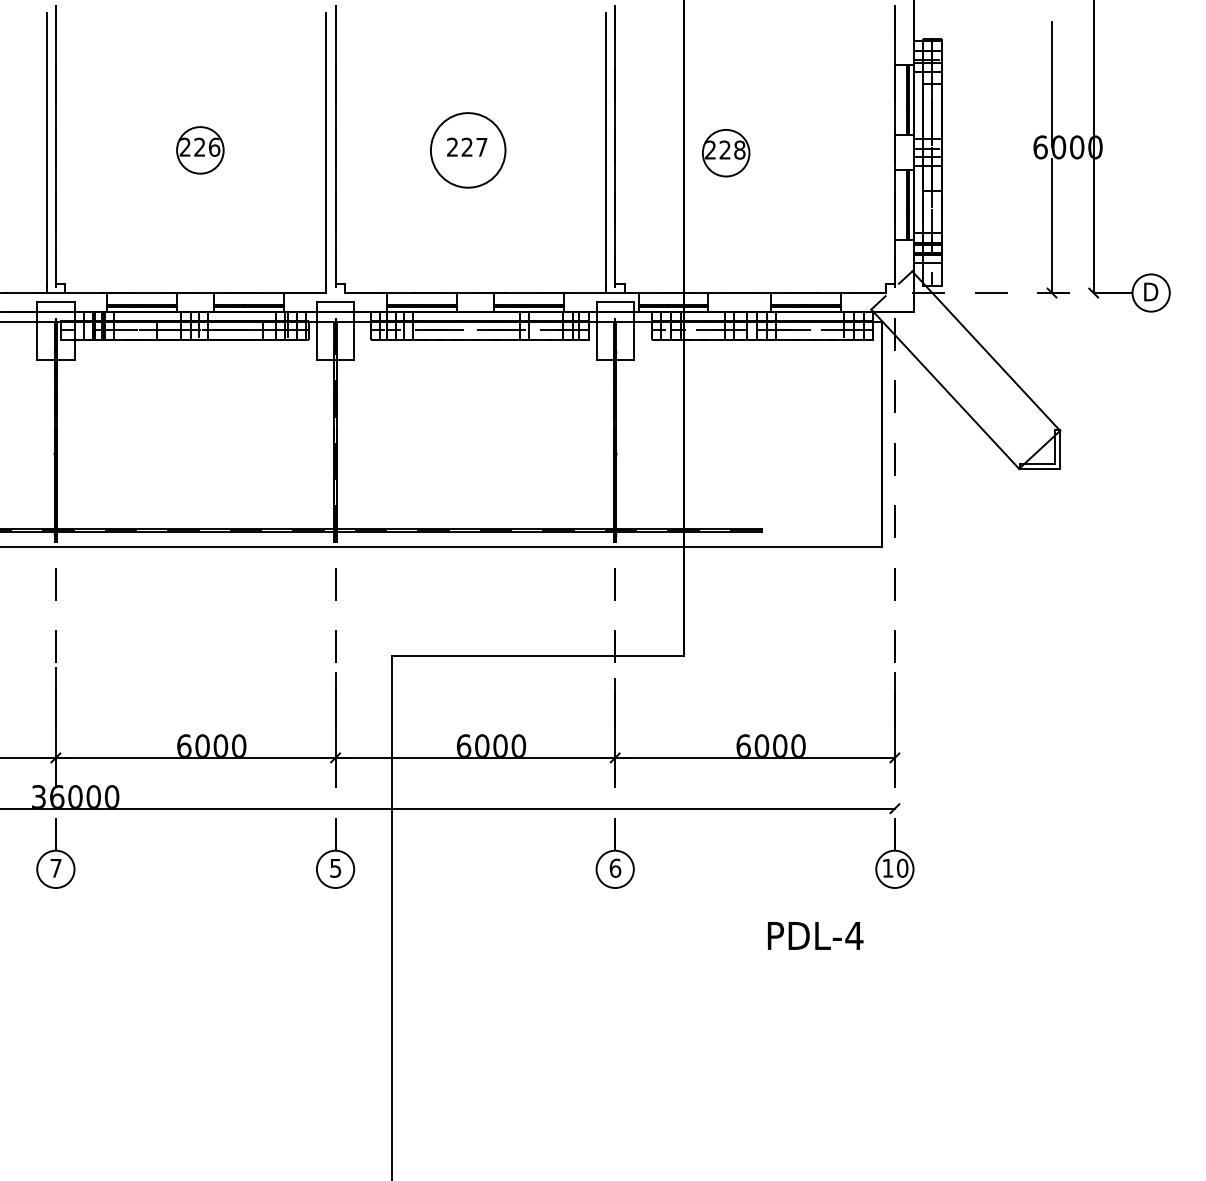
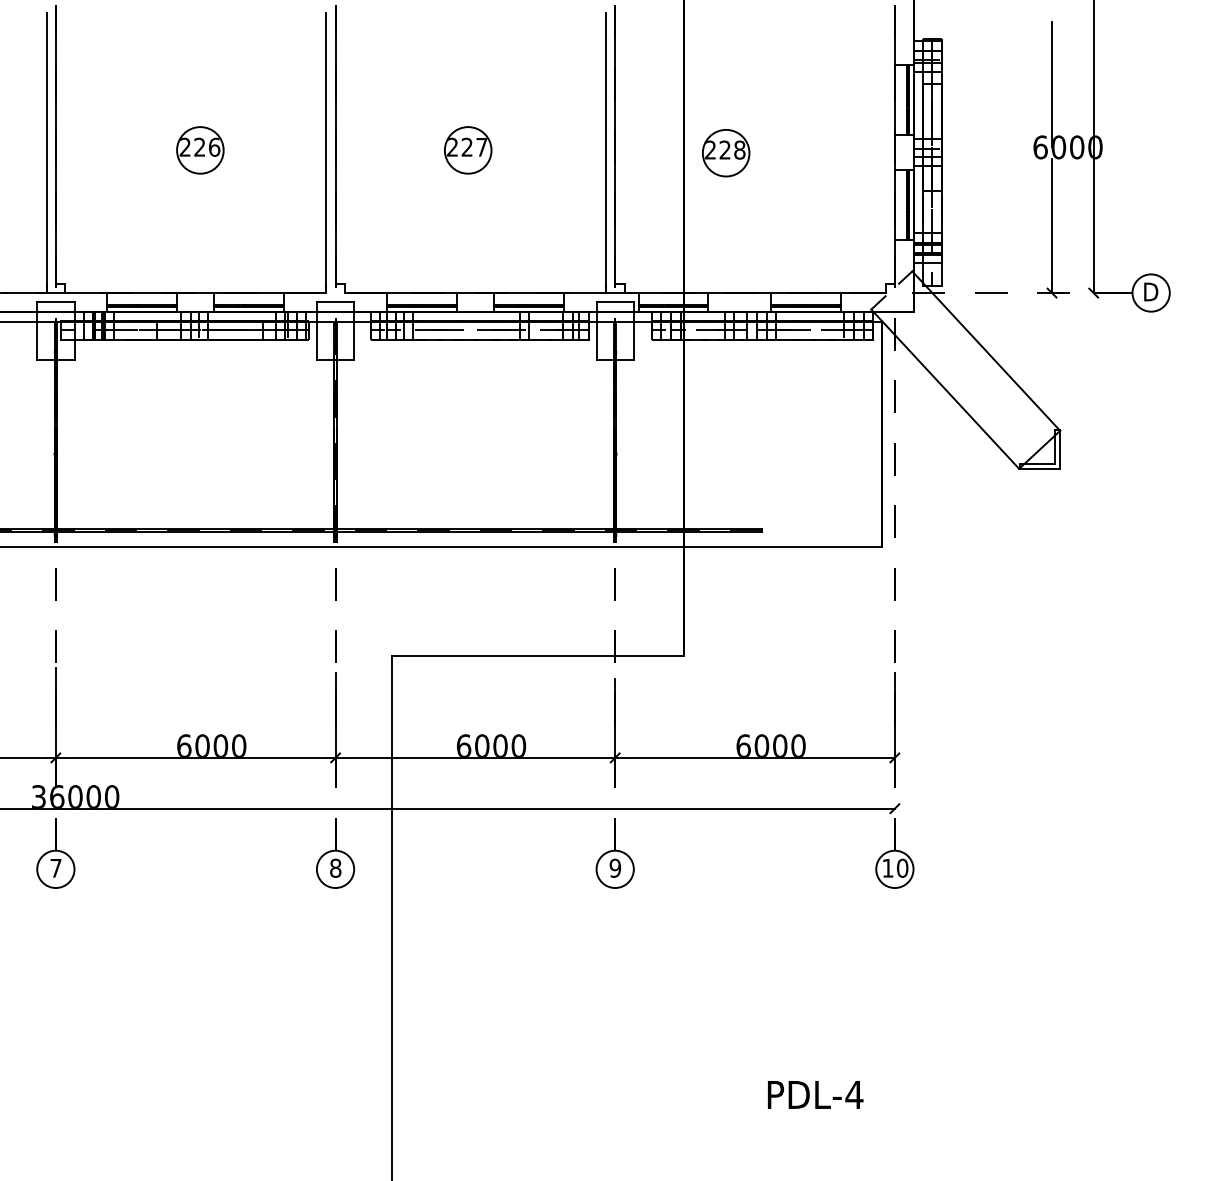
circle at (467, 150) diameter: 75 px -> 47 px
text at (335, 867): 5 -> 8
text at (615, 867): 6 -> 9
text at (815, 935) position: (815, 935) -> (815, 1094)
